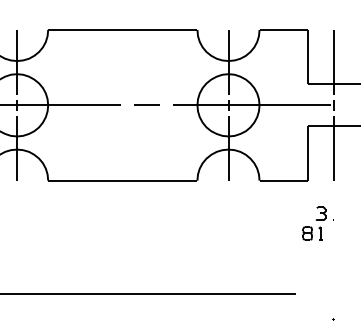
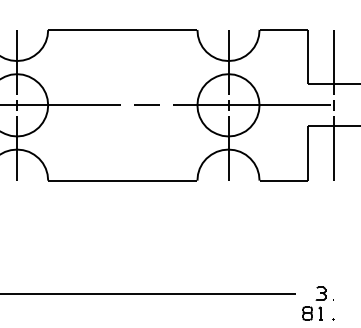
part at (317, 223) position: (317, 223) -> (317, 303)
